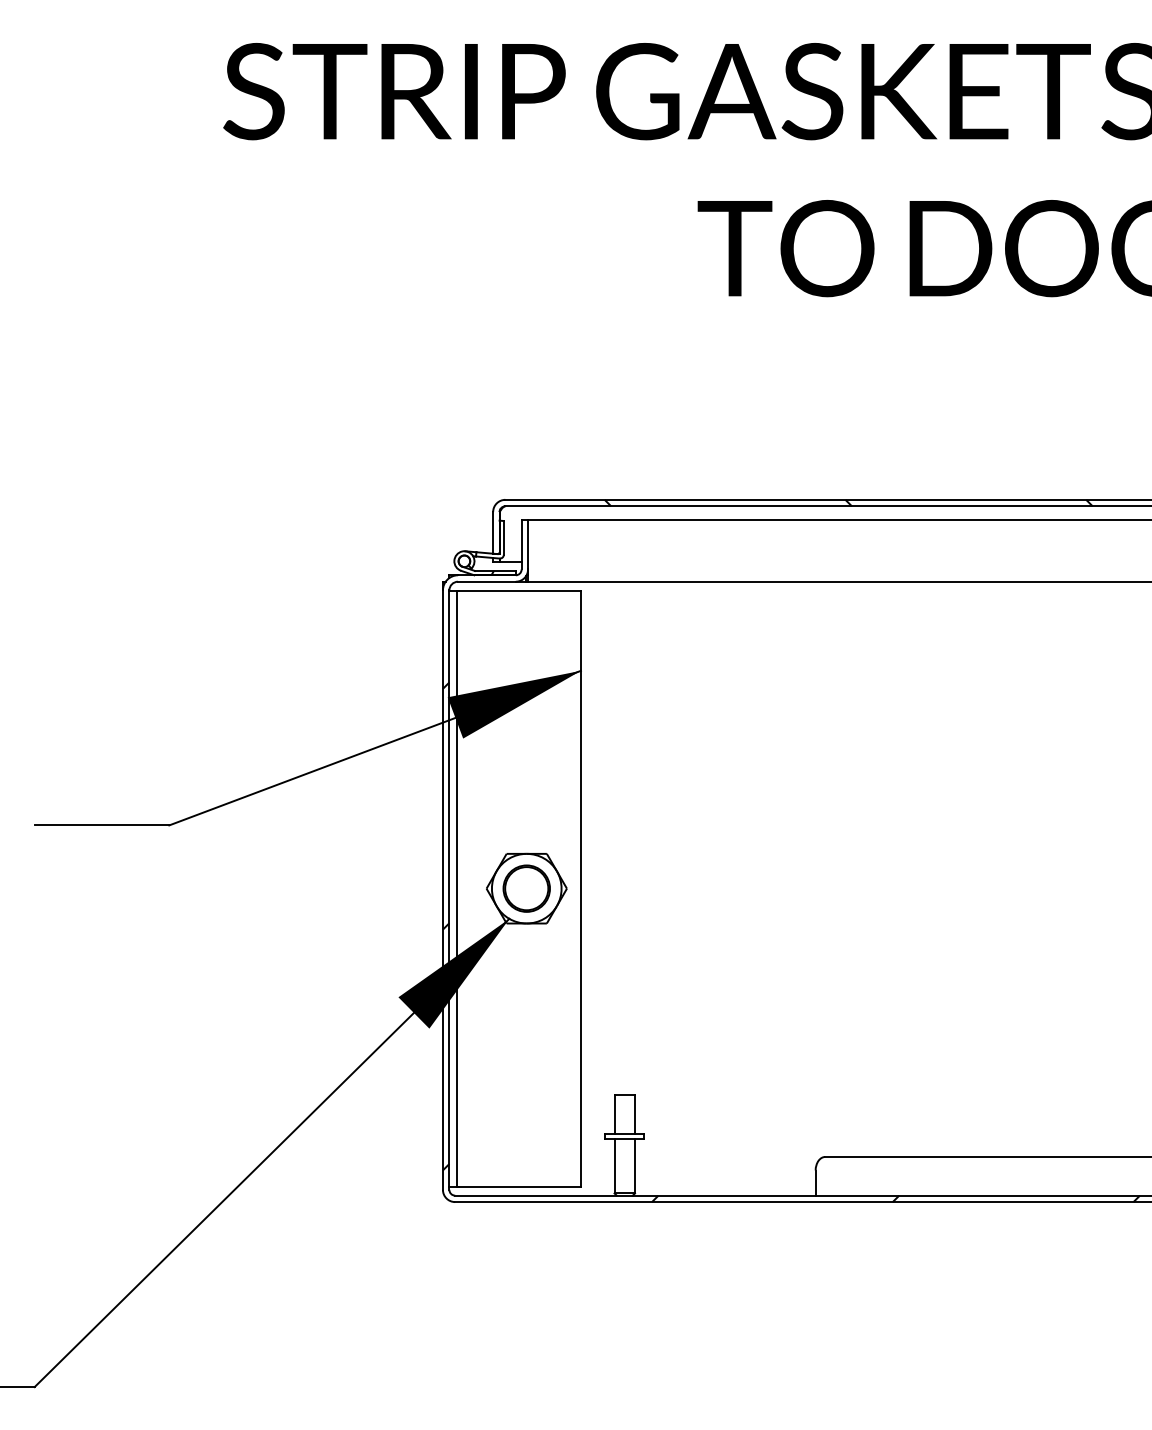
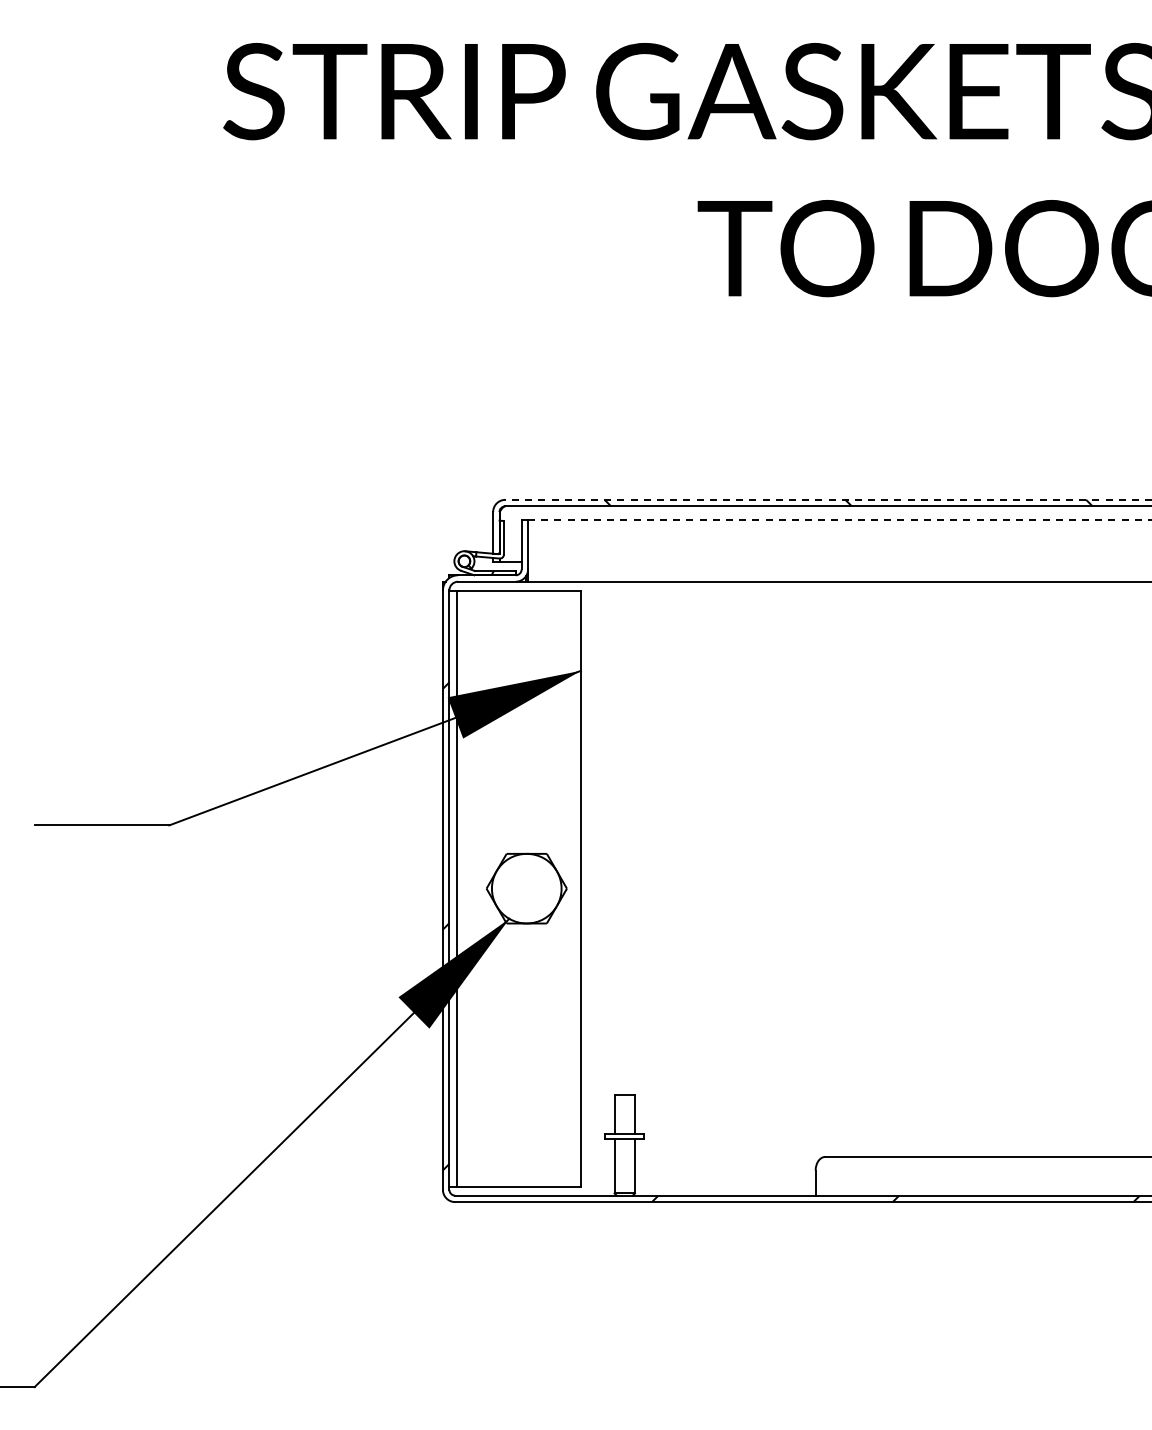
line at (828, 499): solid -> dashed
line at (839, 519): solid -> dashed
part at (526, 888): present -> none
